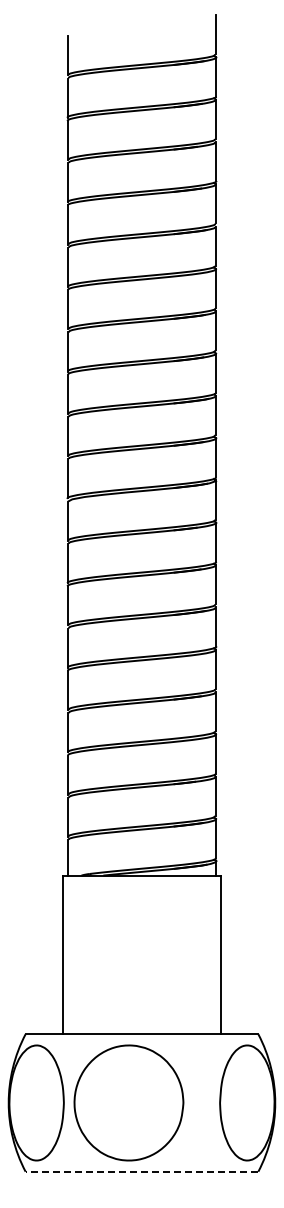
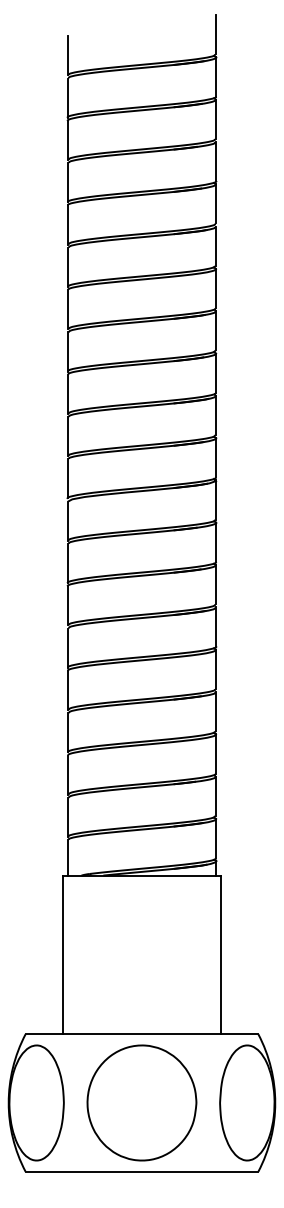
part at (128, 1102) position: (128, 1102) -> (141, 1102)
line at (141, 1171): dashed -> solid
